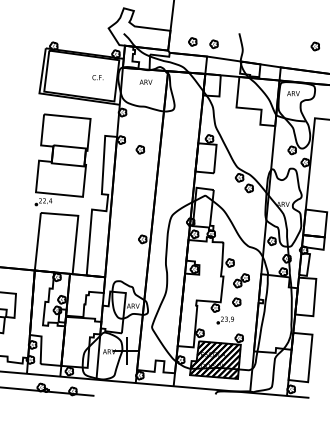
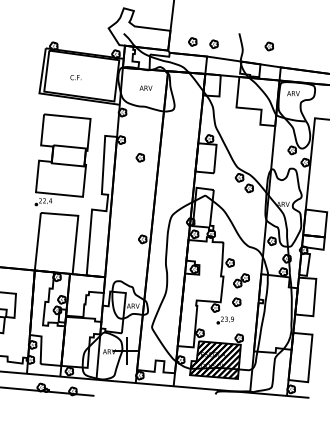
part at (314, 46) position: (314, 46) -> (268, 46)
text at (97, 77) position: (97, 77) -> (75, 77)
text at (145, 81) position: (145, 81) -> (145, 87)
part at (140, 149) position: (140, 149) -> (140, 157)
